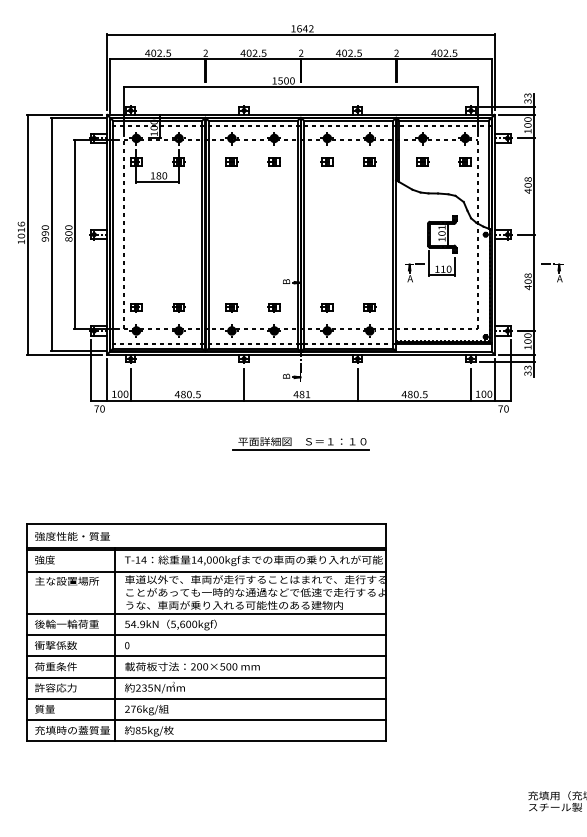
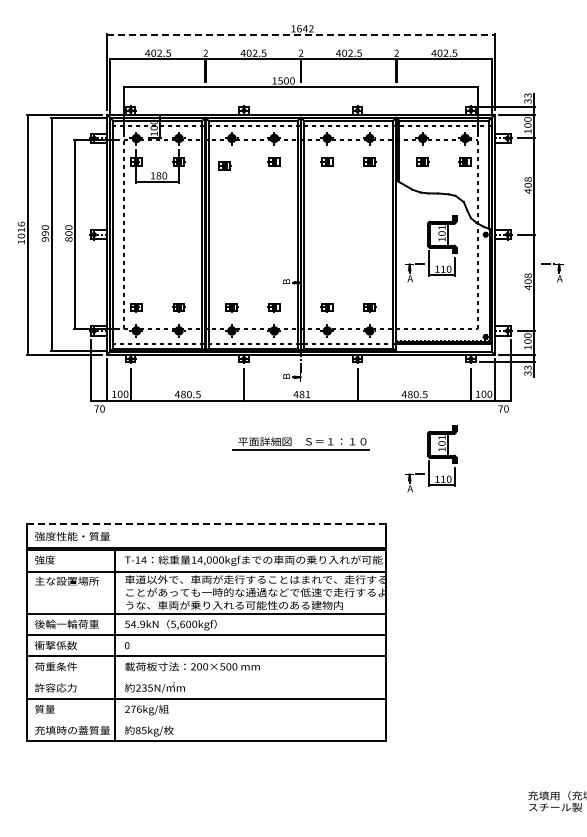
line at (300, 35): solid -> dashed
part at (231, 161) position: (231, 161) -> (224, 165)
part at (431, 458): none -> present
line at (207, 524): solid -> dashed
line at (206, 677): present -> none
line at (206, 720): present -> none
